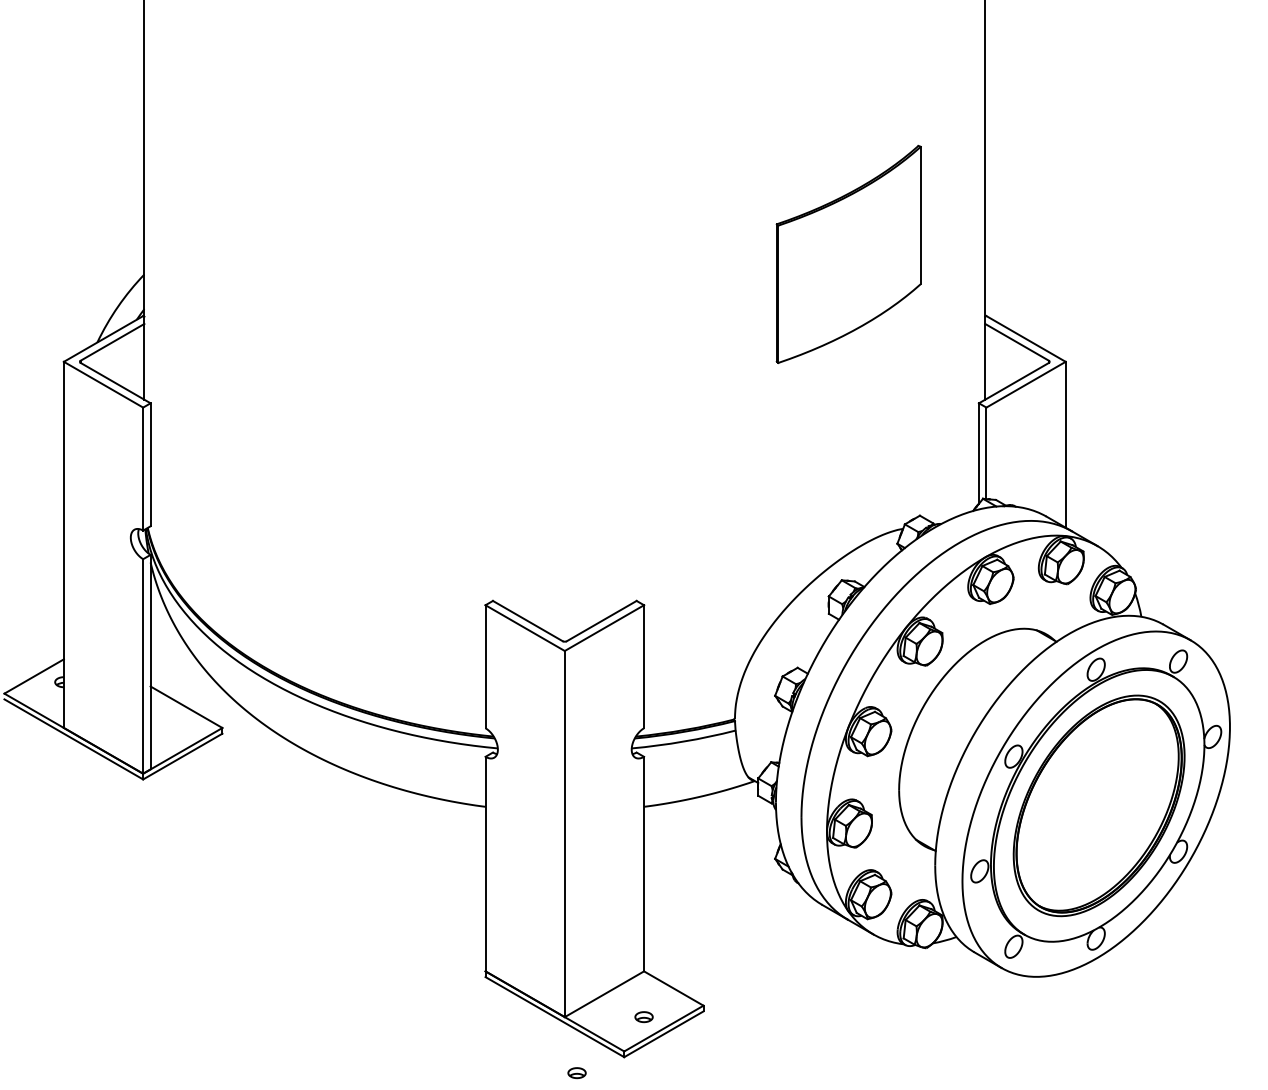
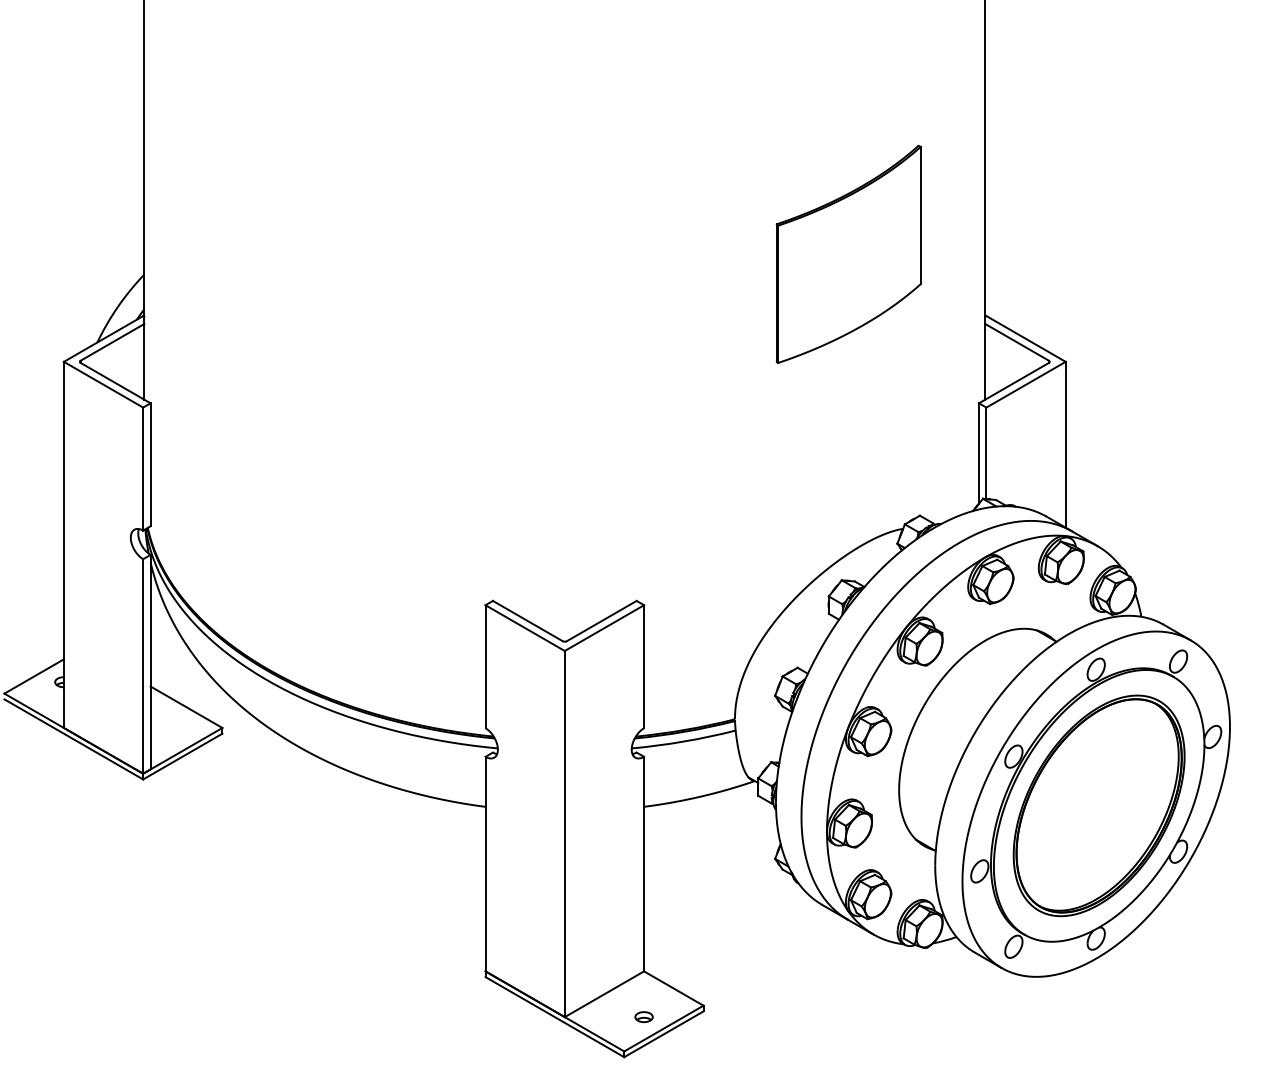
part at (576, 1073): present -> none
